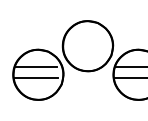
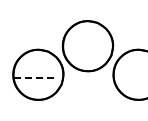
line at (35, 67): present -> none
line at (129, 67): present -> none
line at (36, 78): solid -> dashed
line at (129, 78): present -> none
